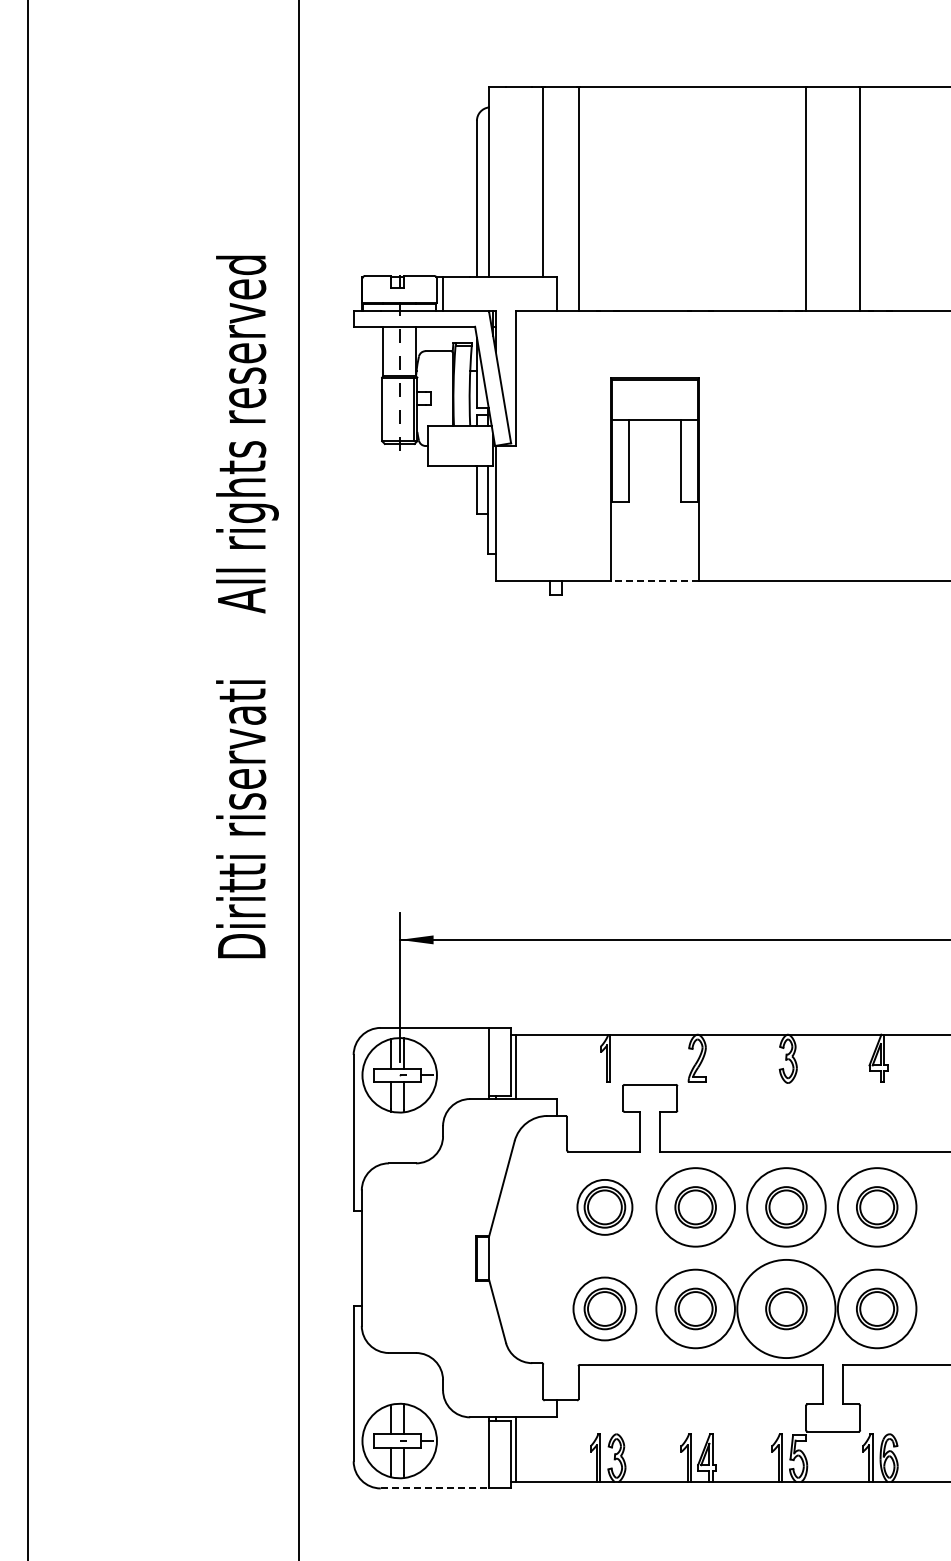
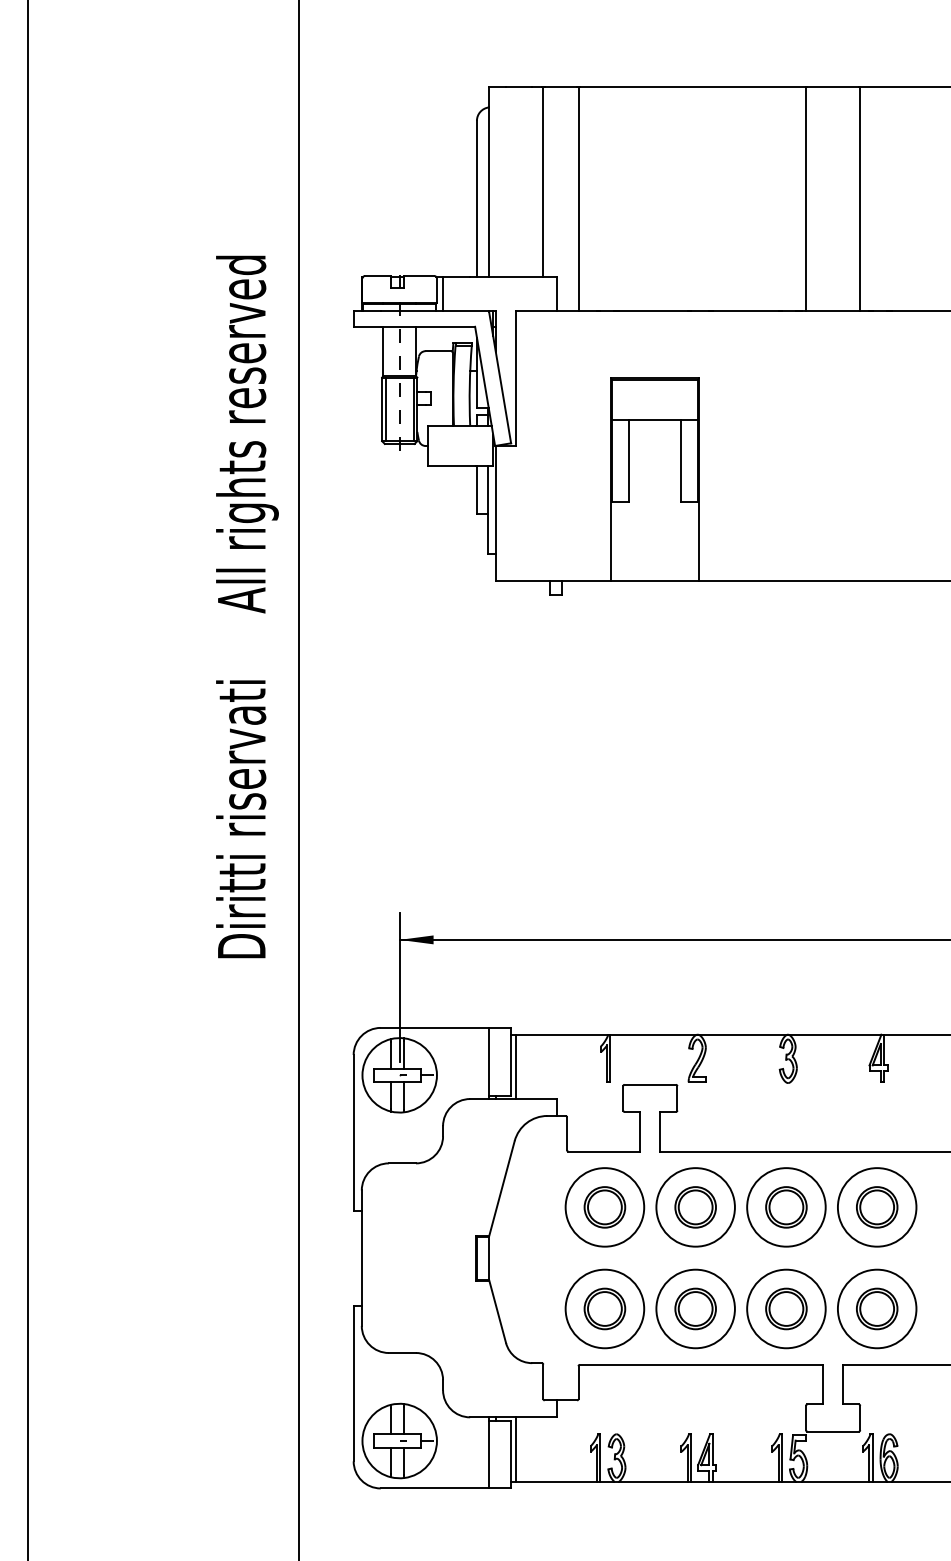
line at (385, 409): none -> present
line at (654, 581): dashed -> solid
circle at (604, 1206) diameter: 55 px -> 79 px
circle at (604, 1308) diameter: 63 px -> 79 px
circle at (786, 1308) diameter: 98 px -> 79 px
line at (435, 1488): dashed -> solid
